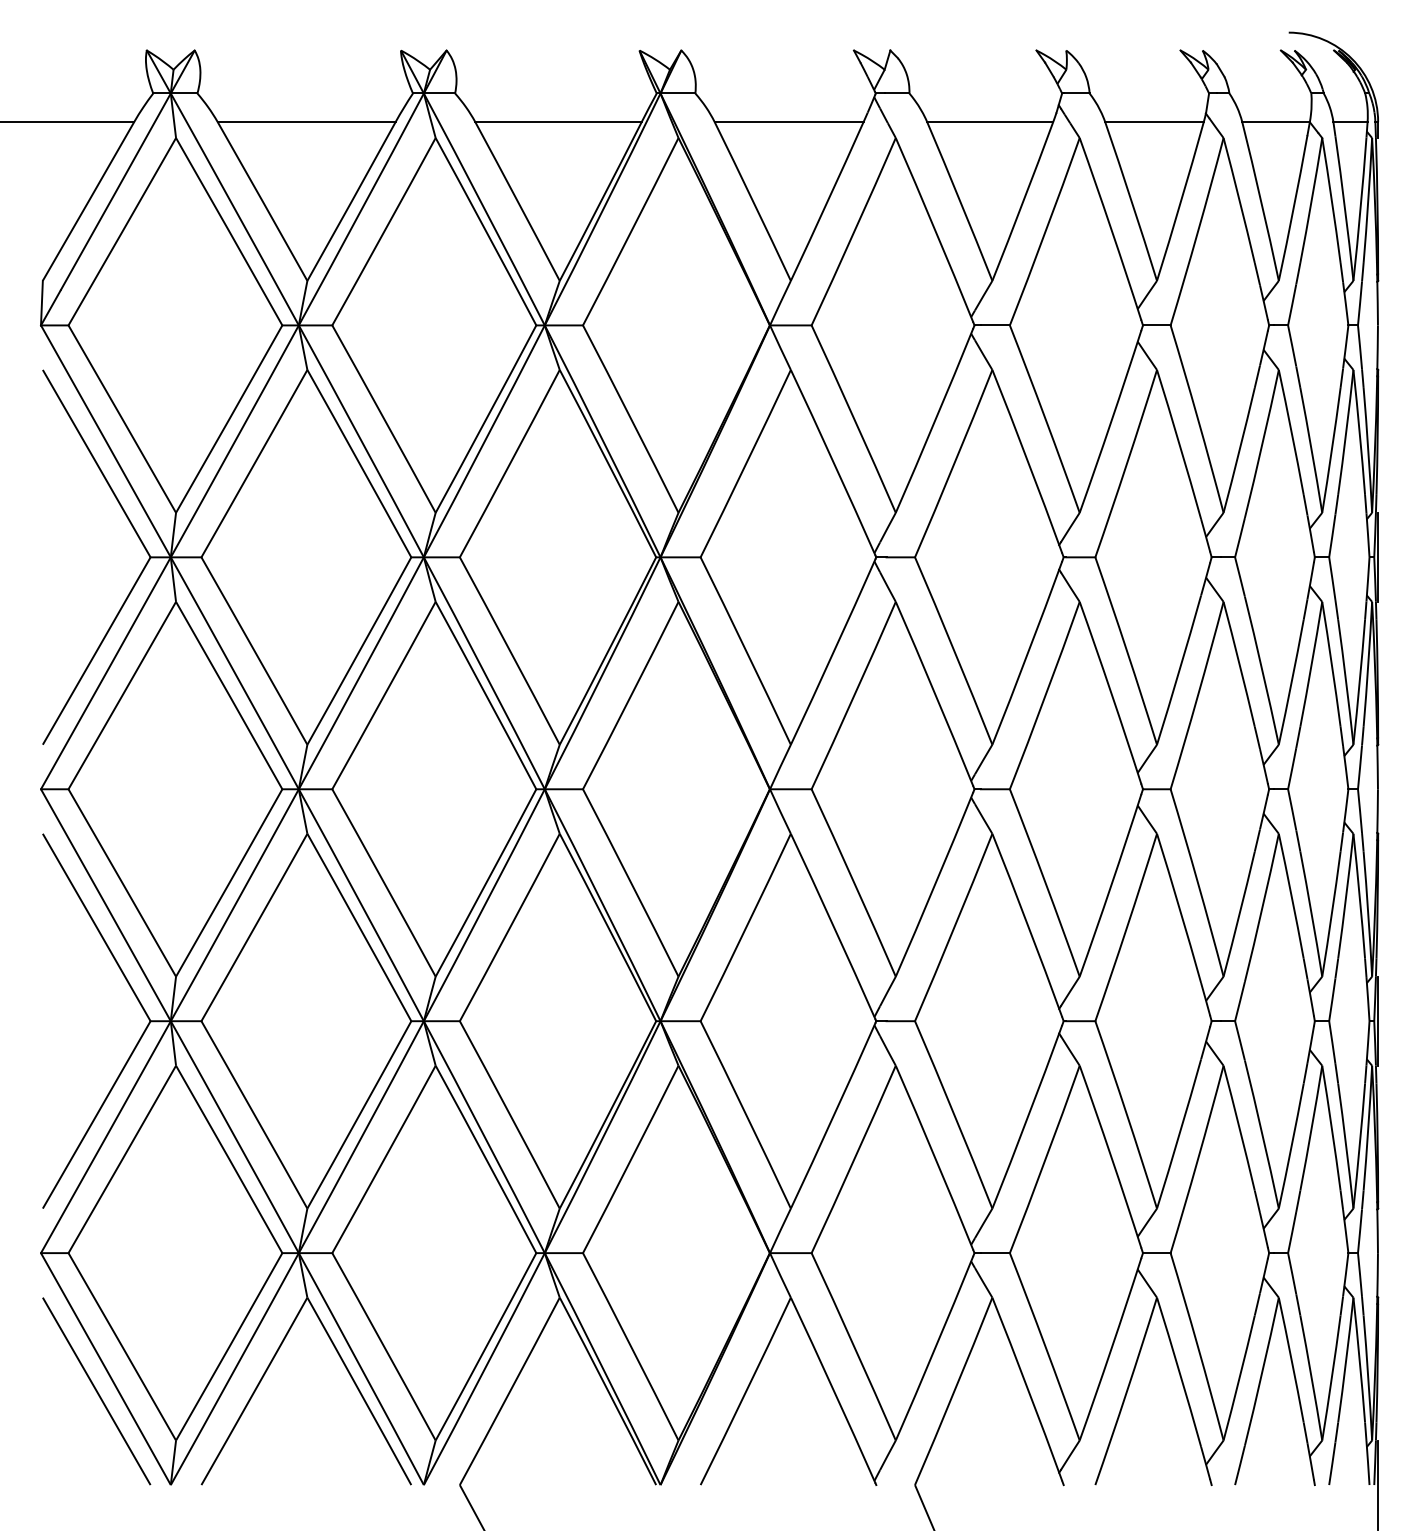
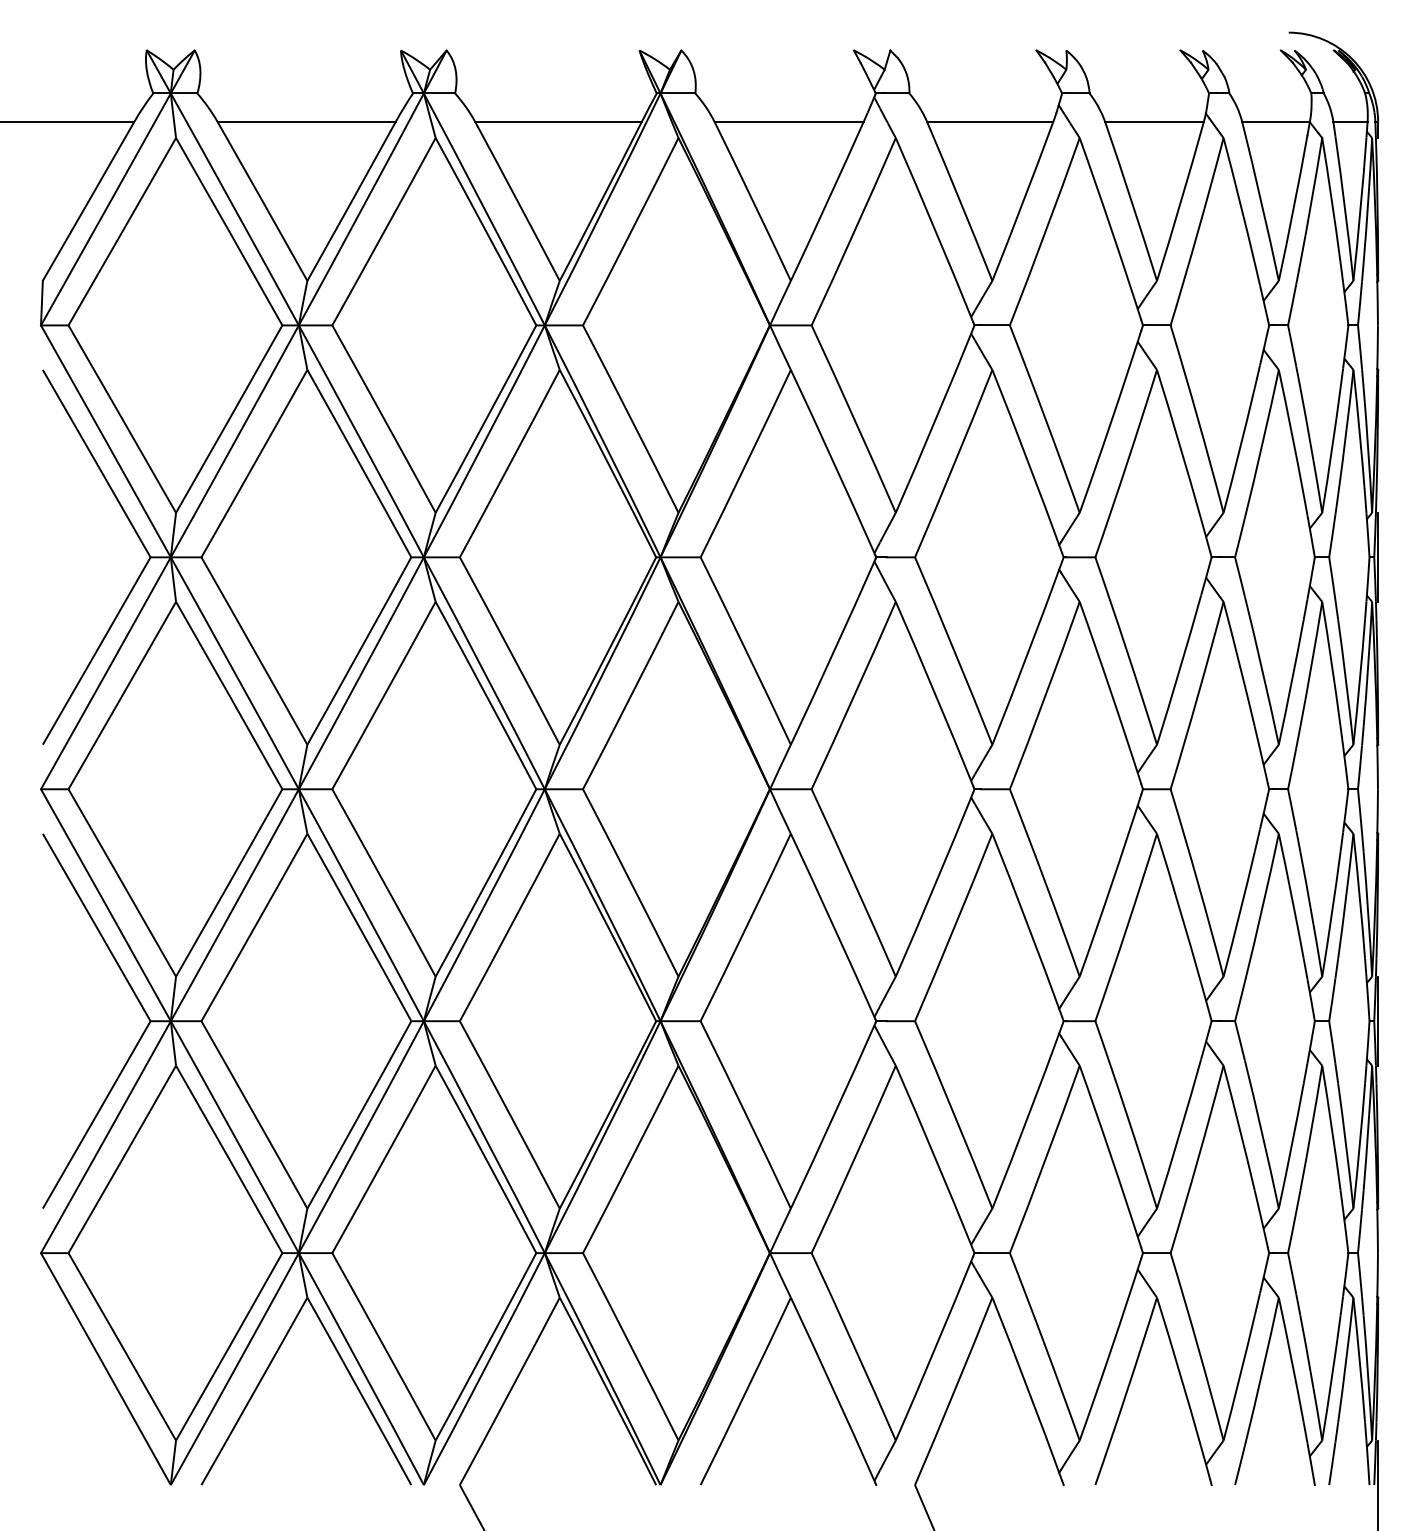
line at (96, 1391): present -> none
